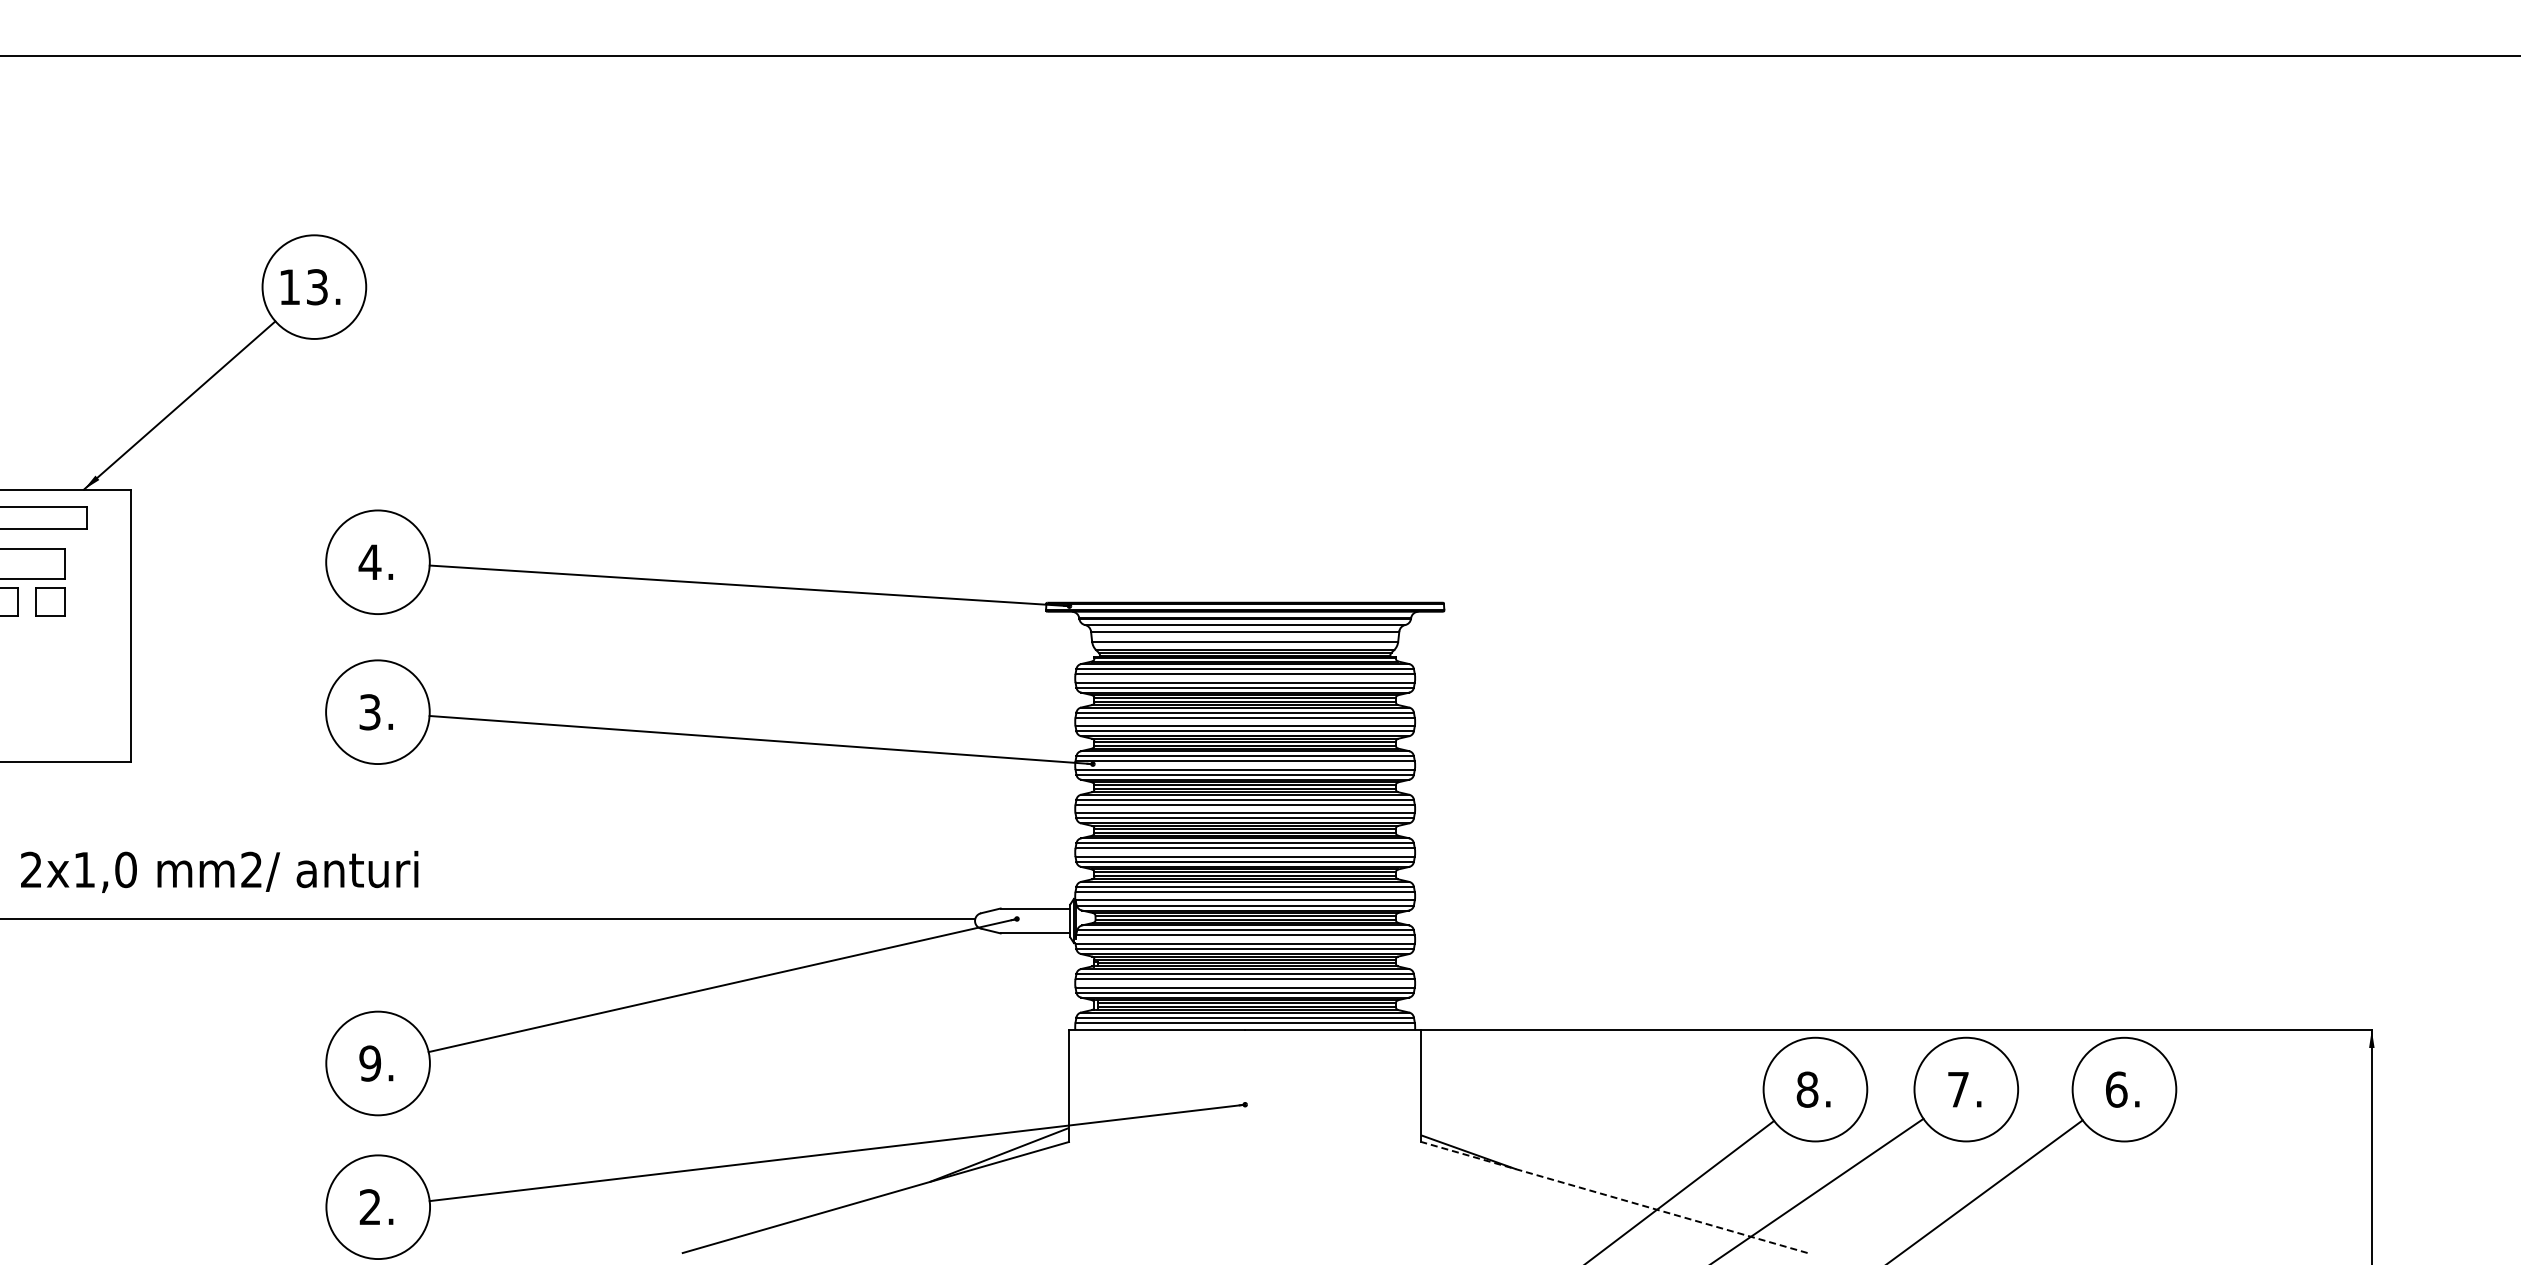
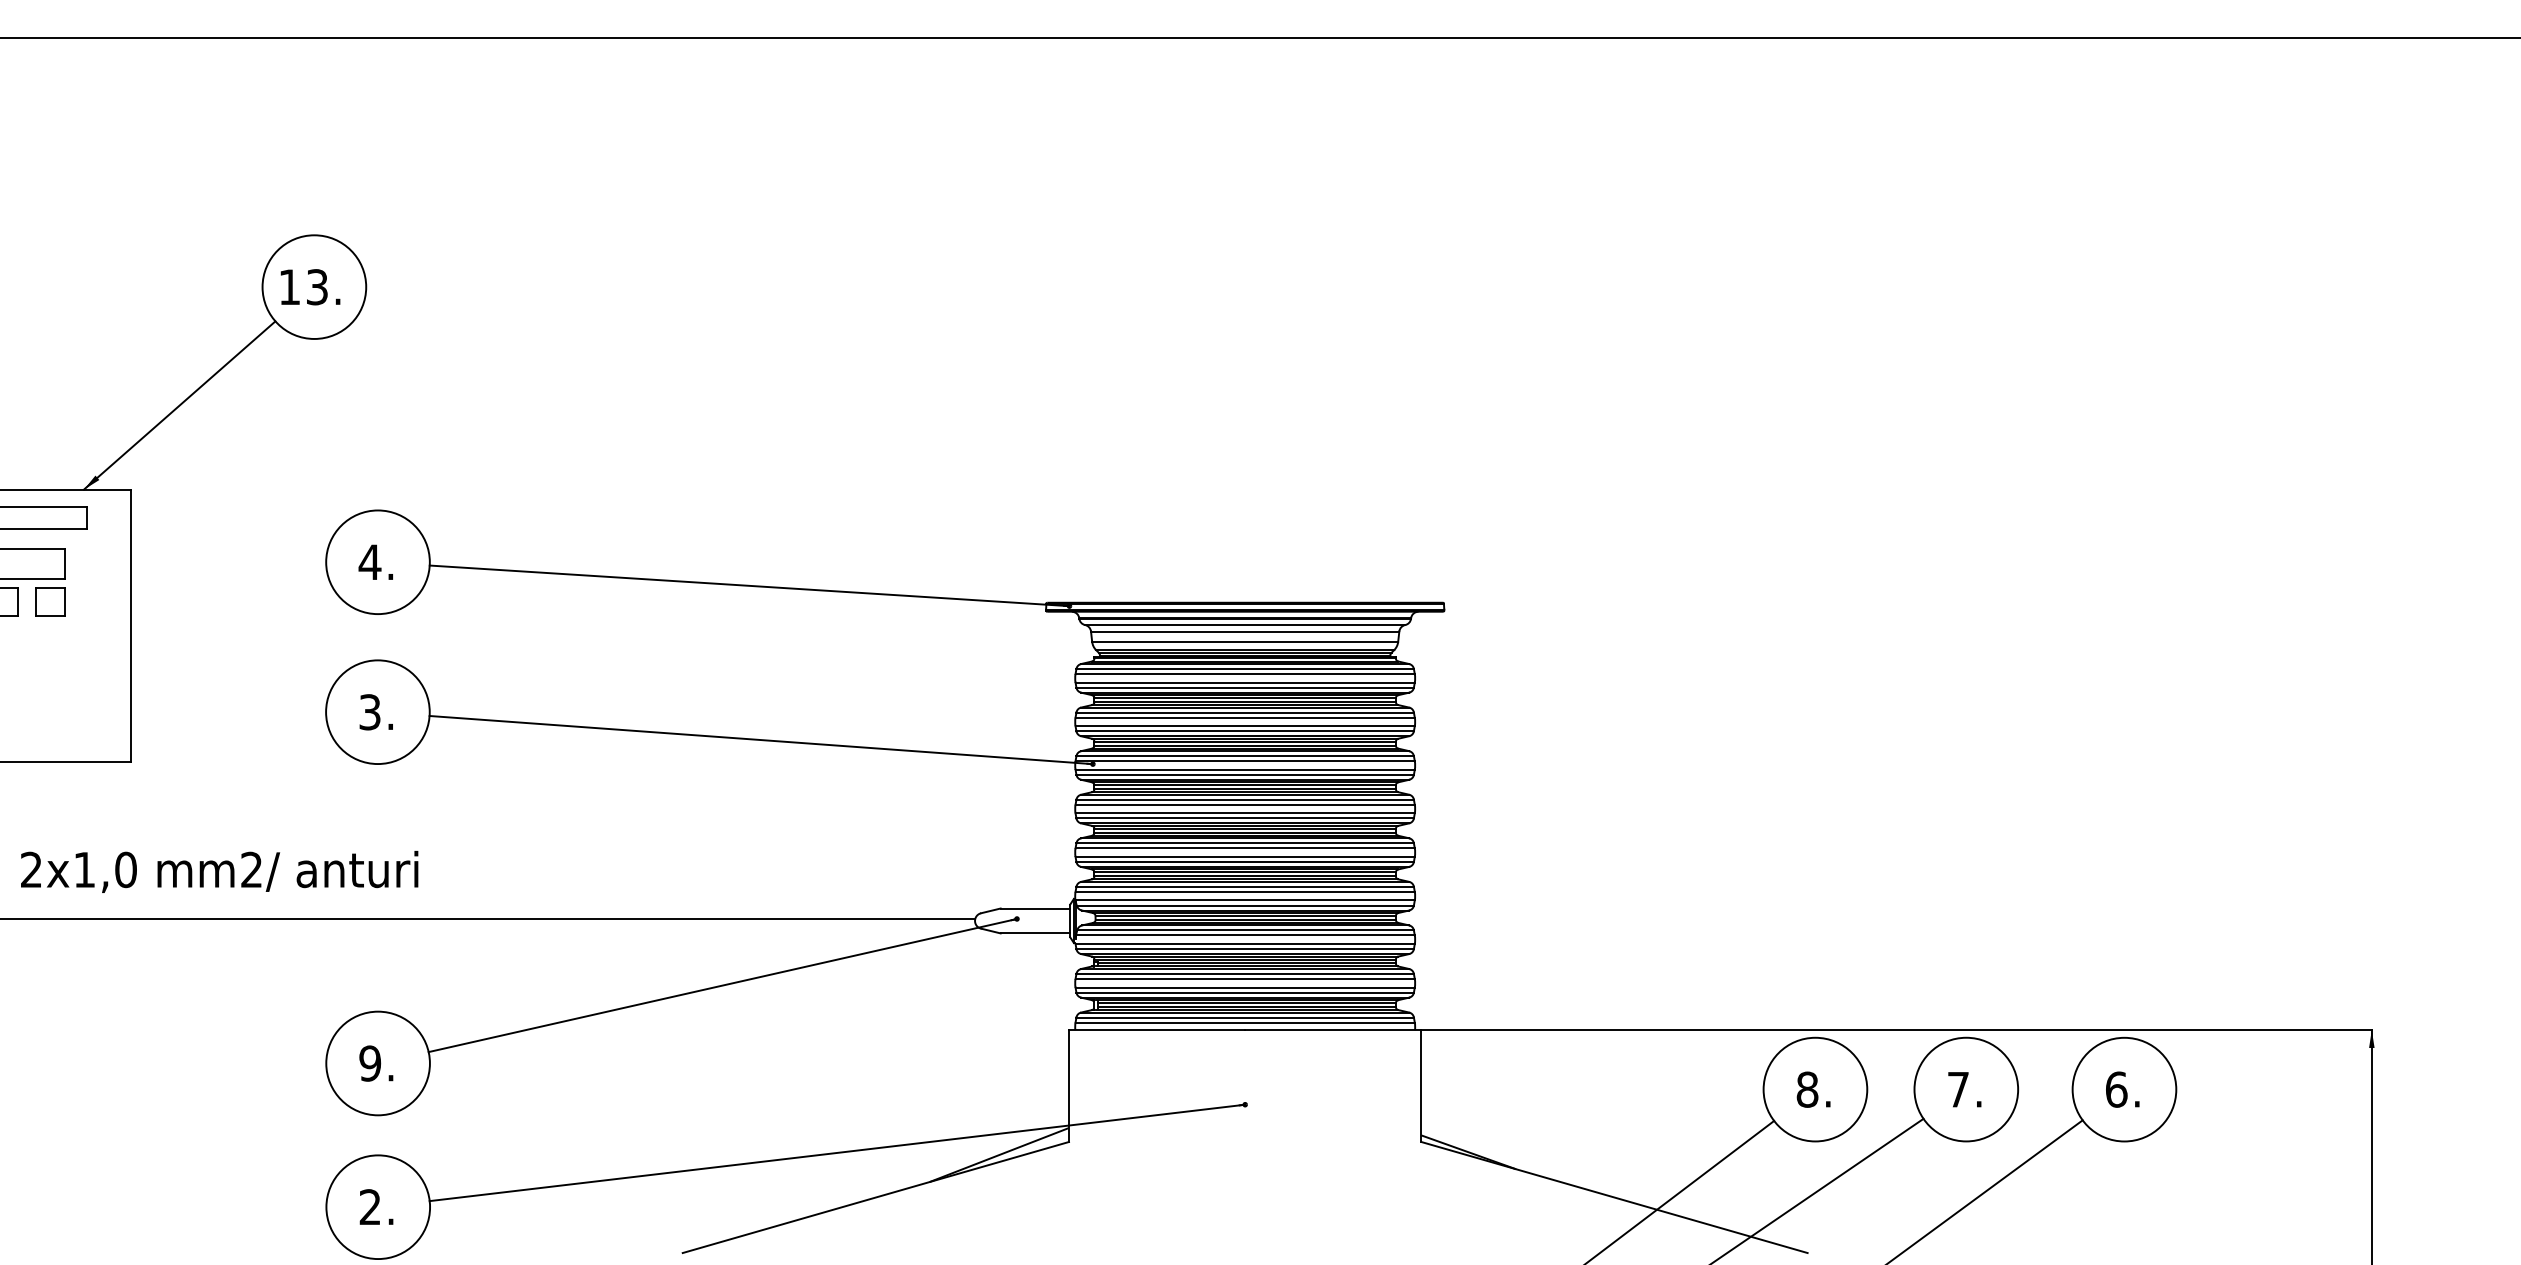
line at (1259, 55) position: (1259, 55) -> (1259, 37)
line at (1614, 1197): dashed -> solid
